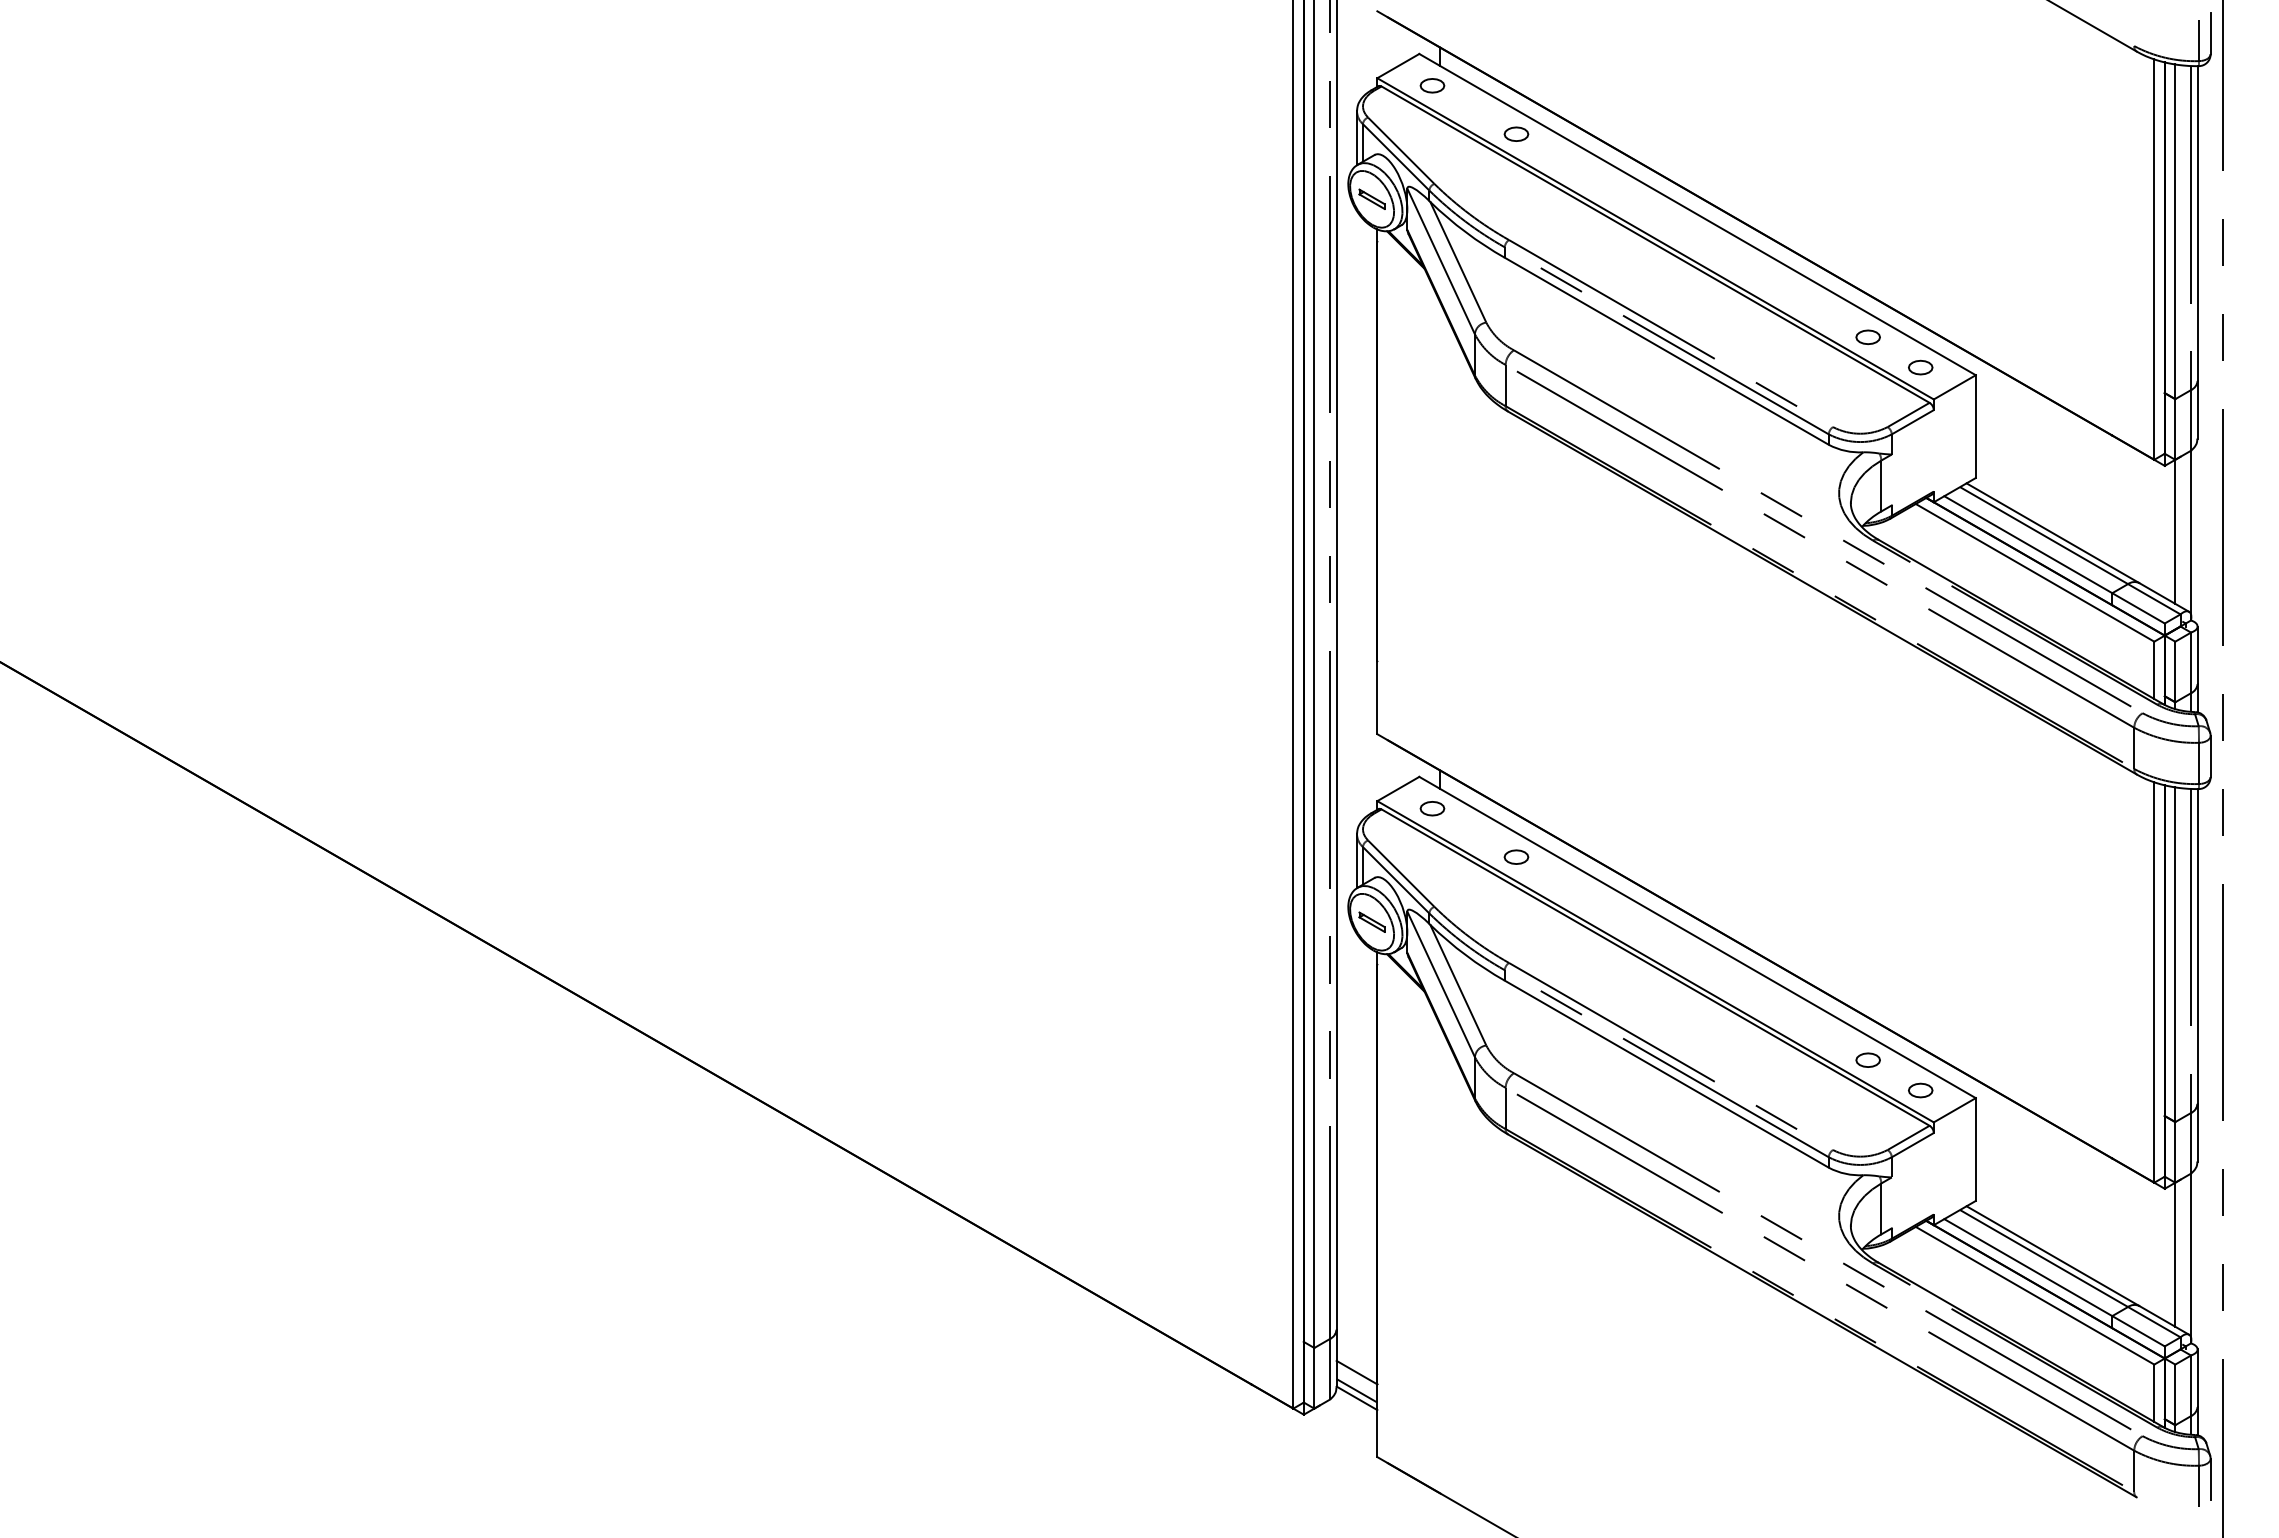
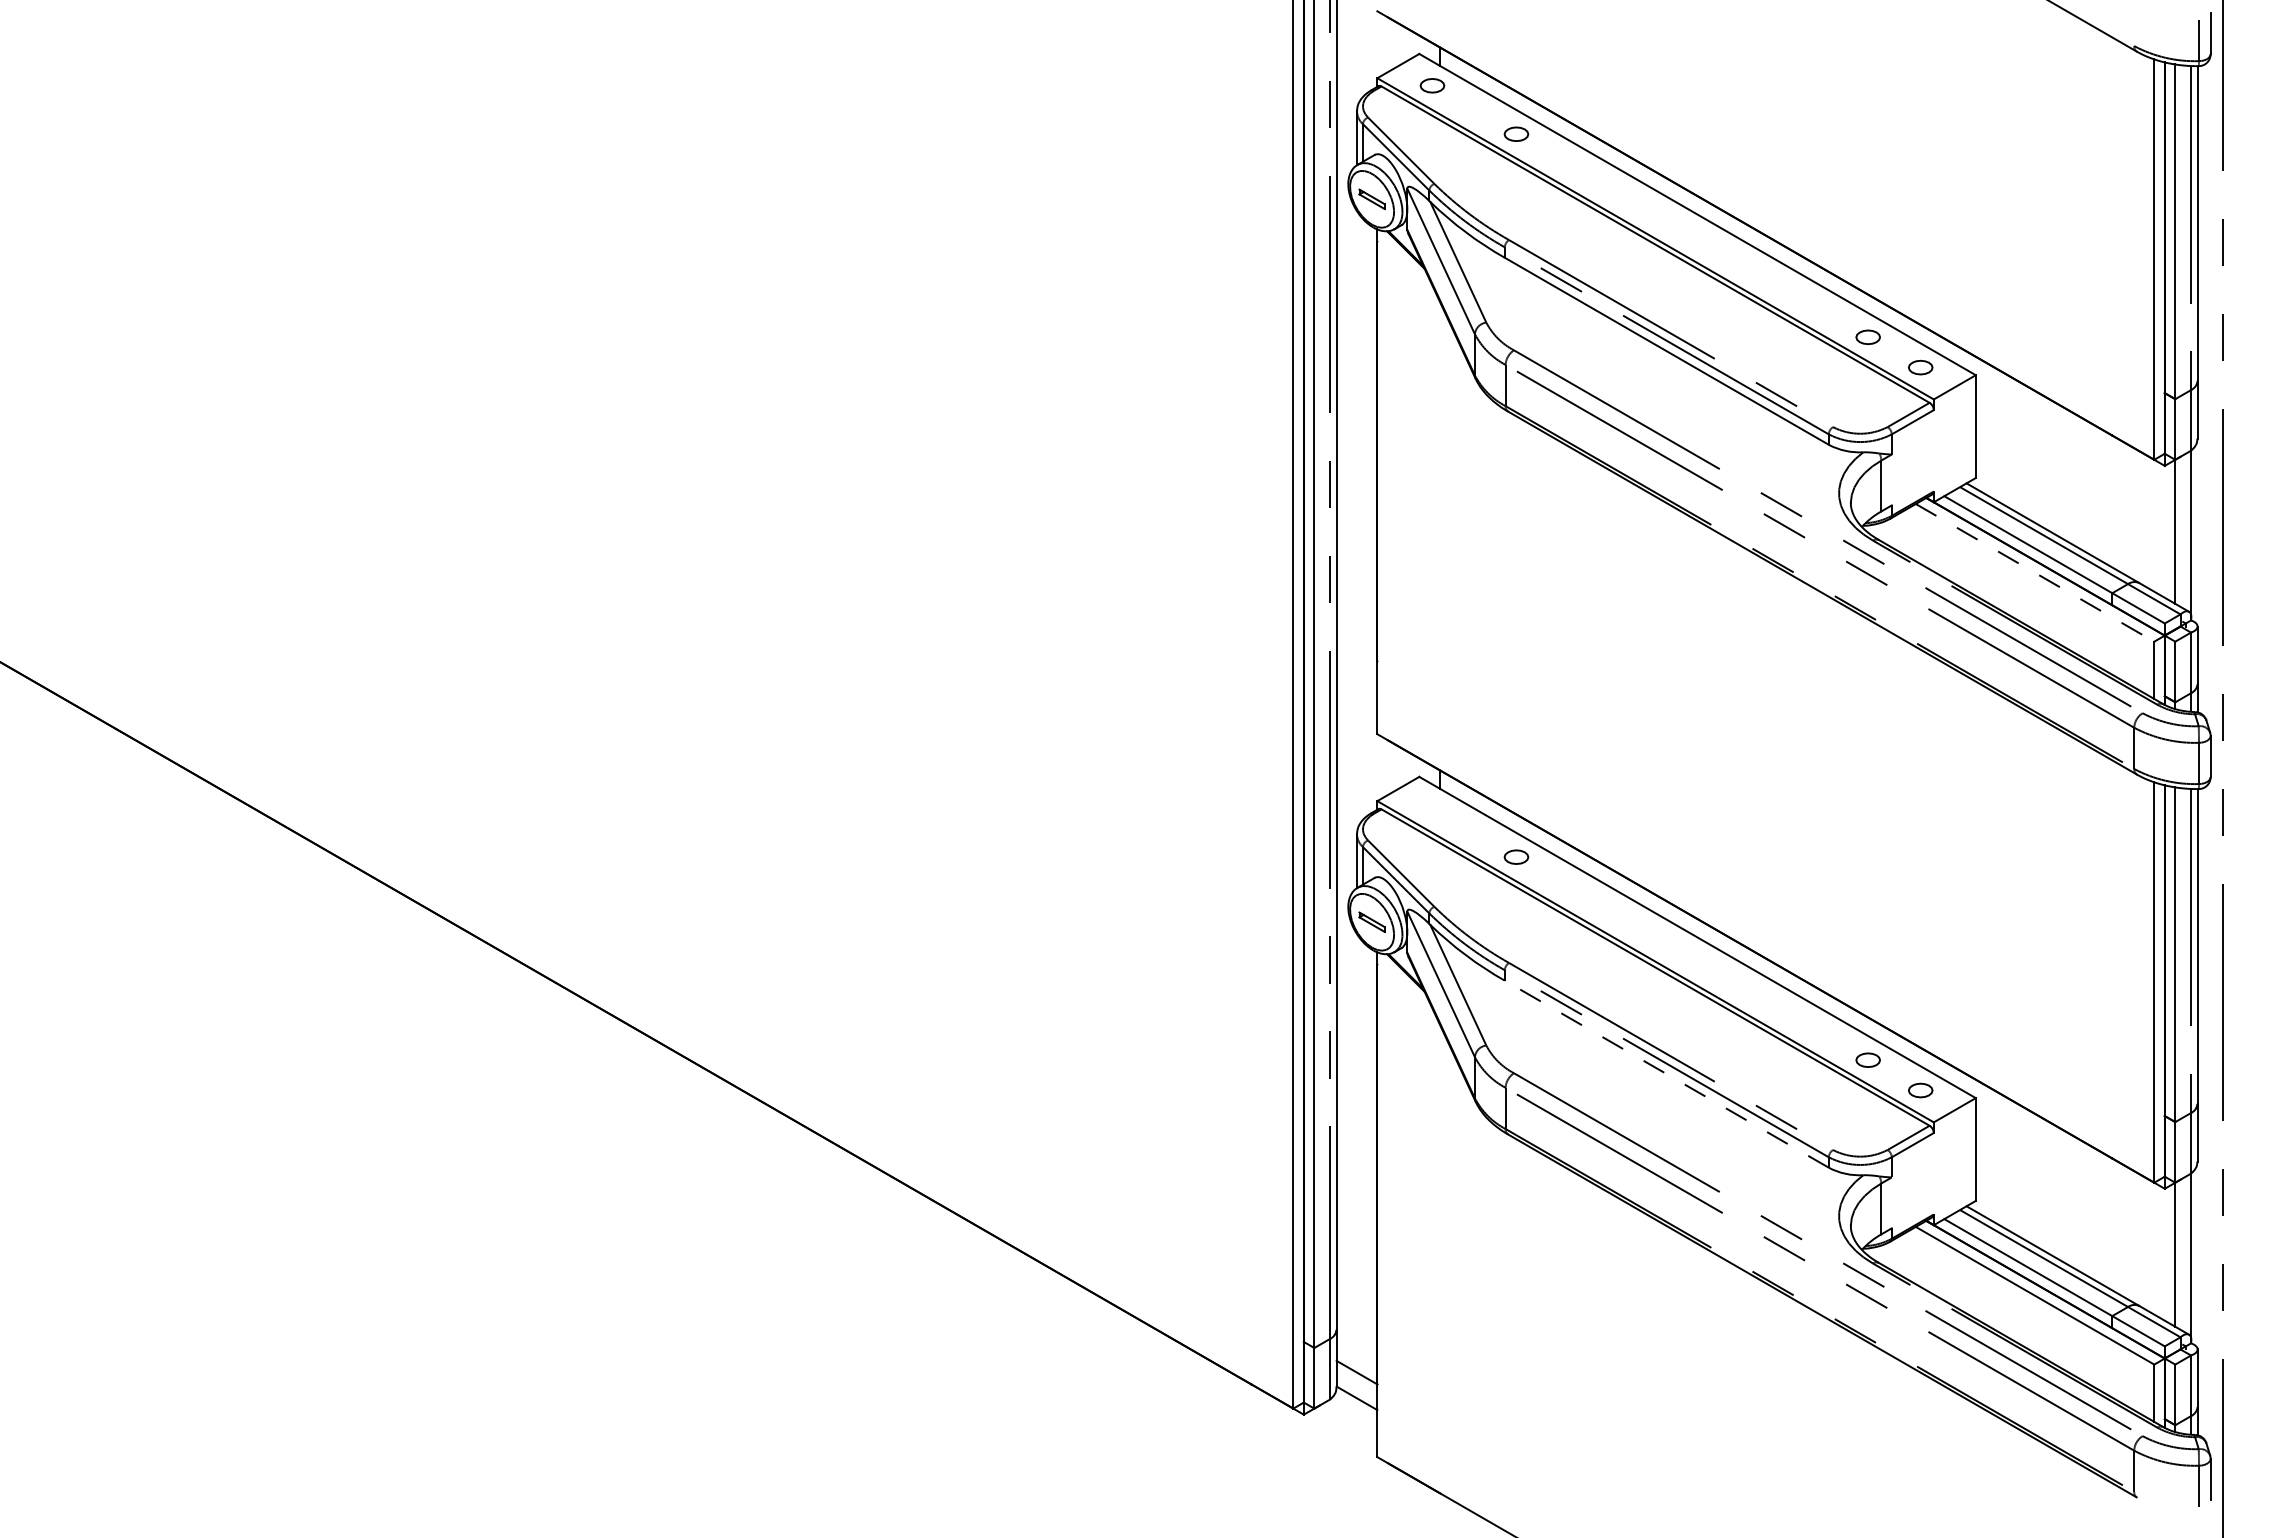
line at (2035, 572): solid -> dashed
part at (1432, 808): present -> none
line at (1666, 1073): solid -> dashed
line at (1356, 1390): present -> none
